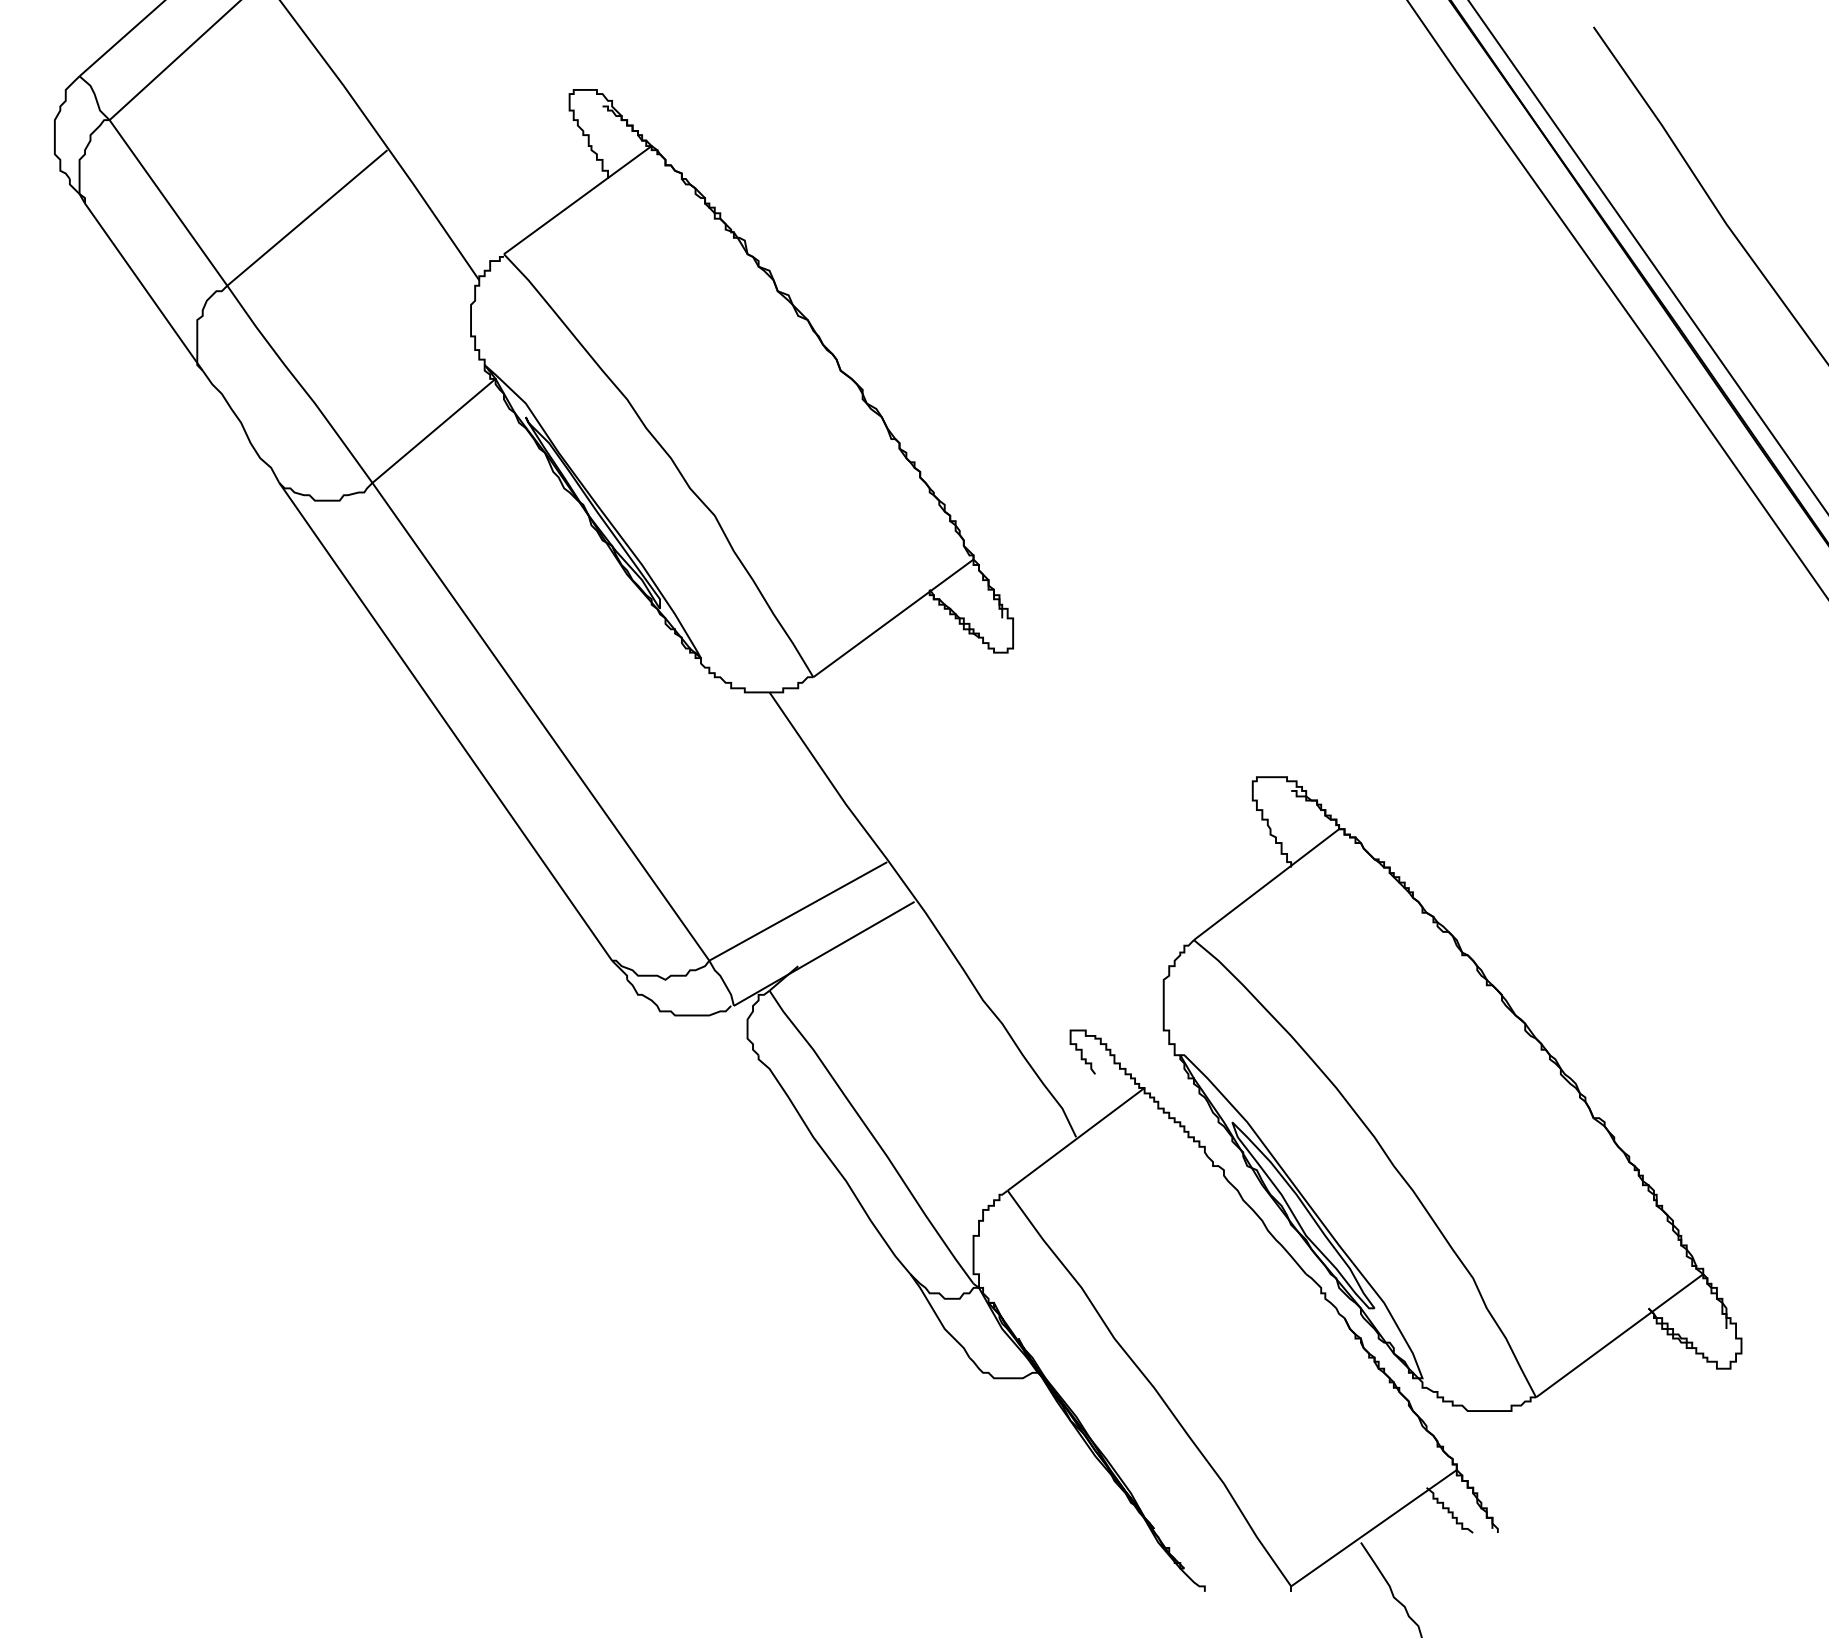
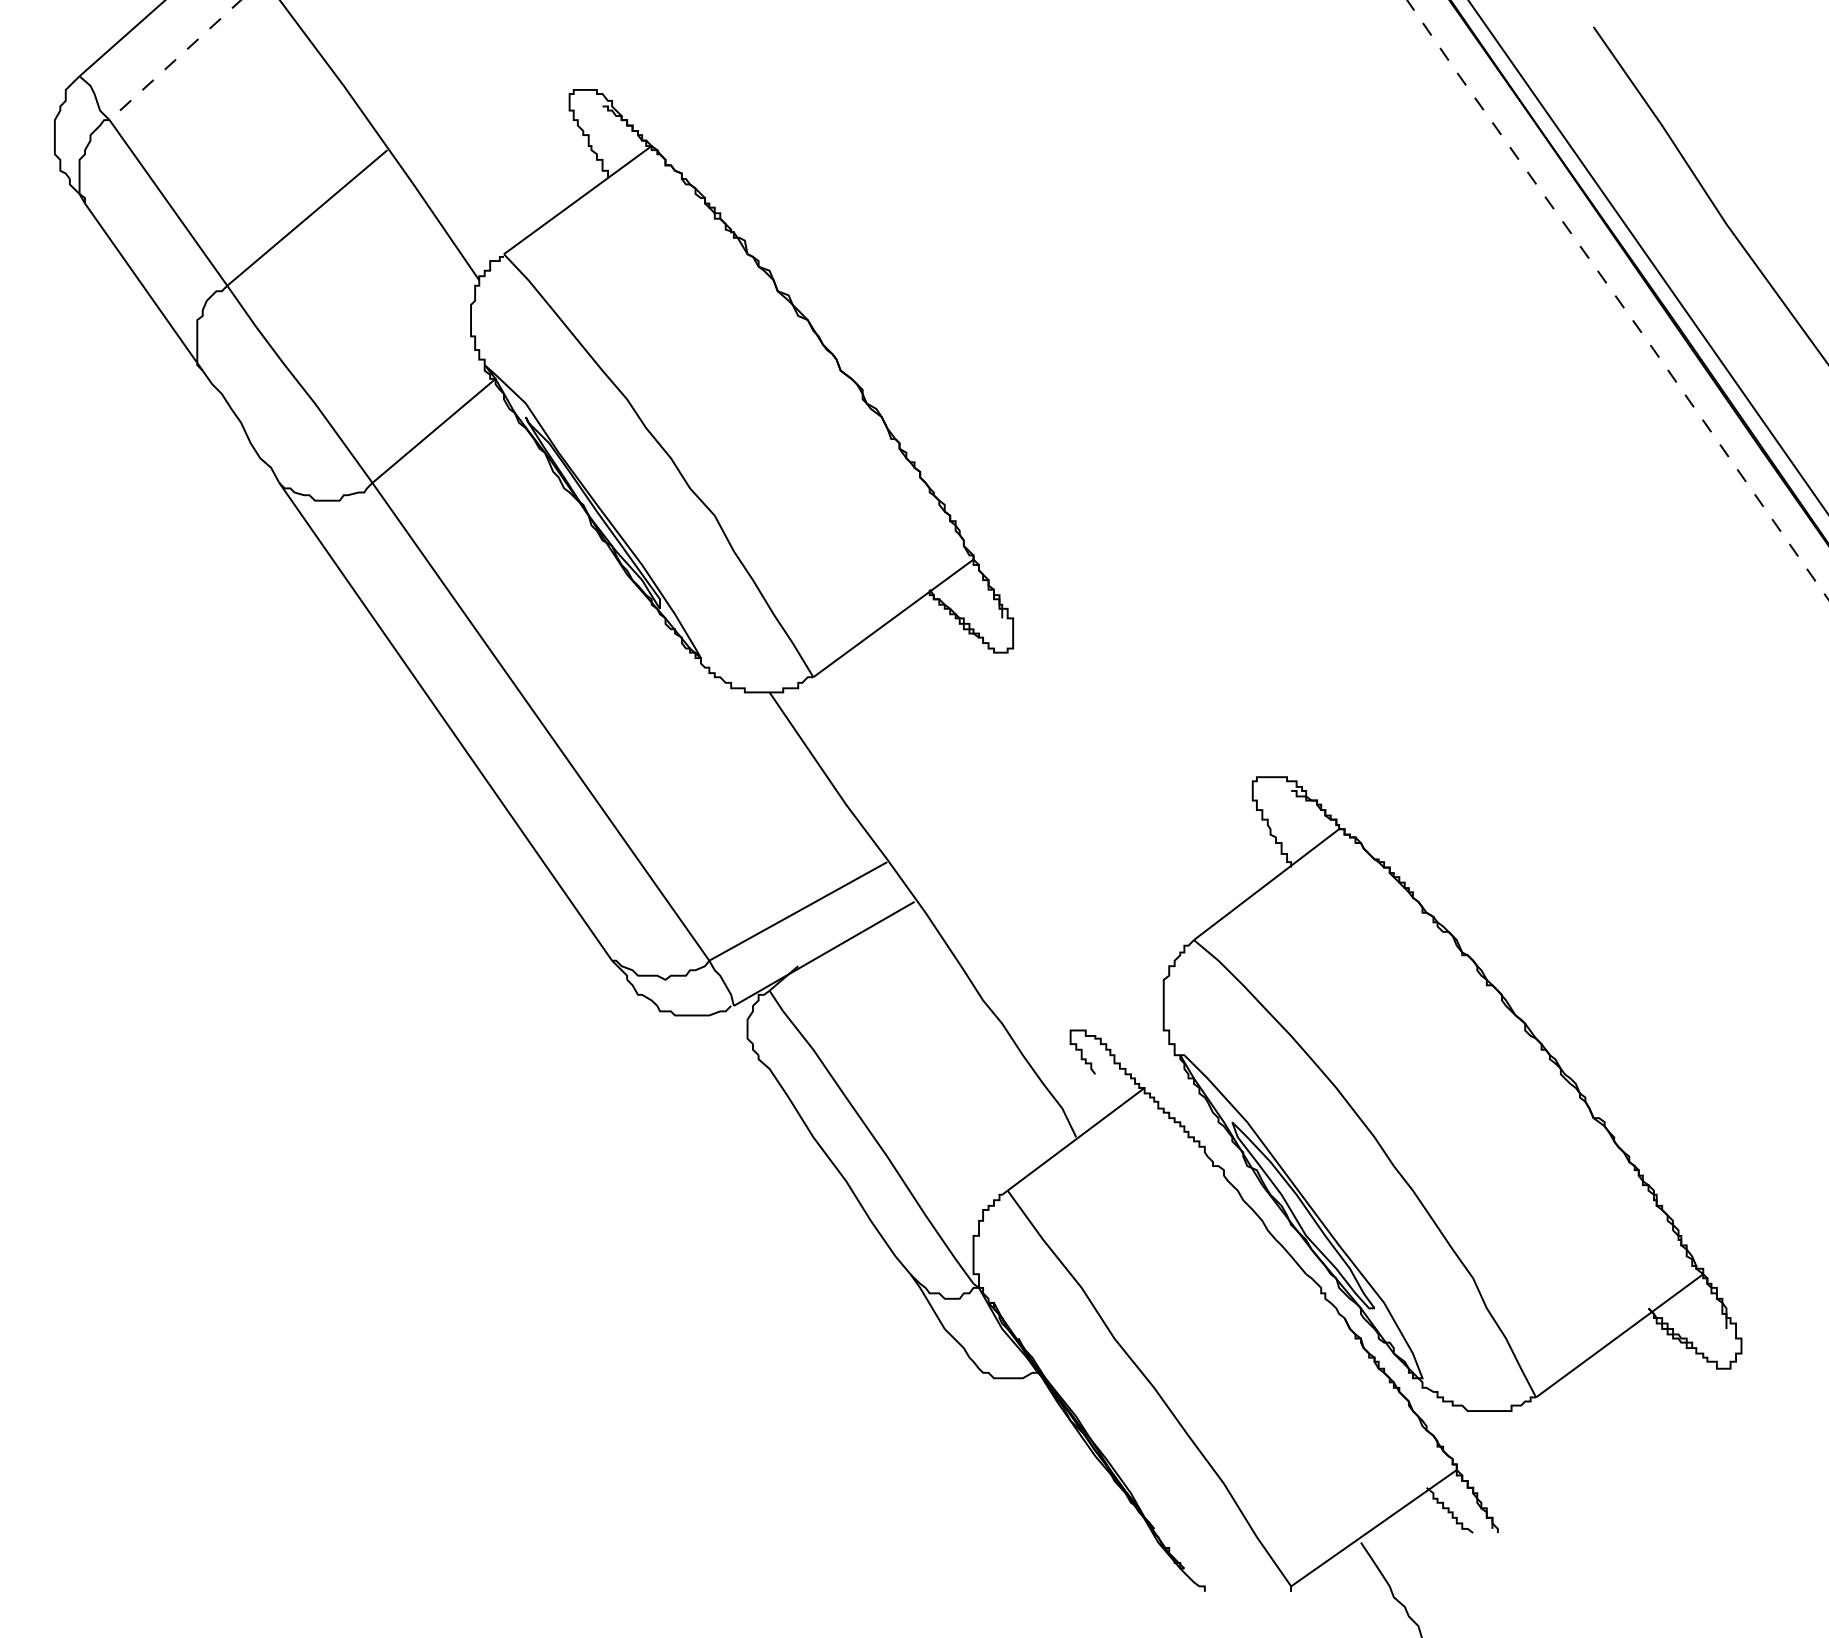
line at (175, 60): solid -> dashed
line at (1618, 299): solid -> dashed
